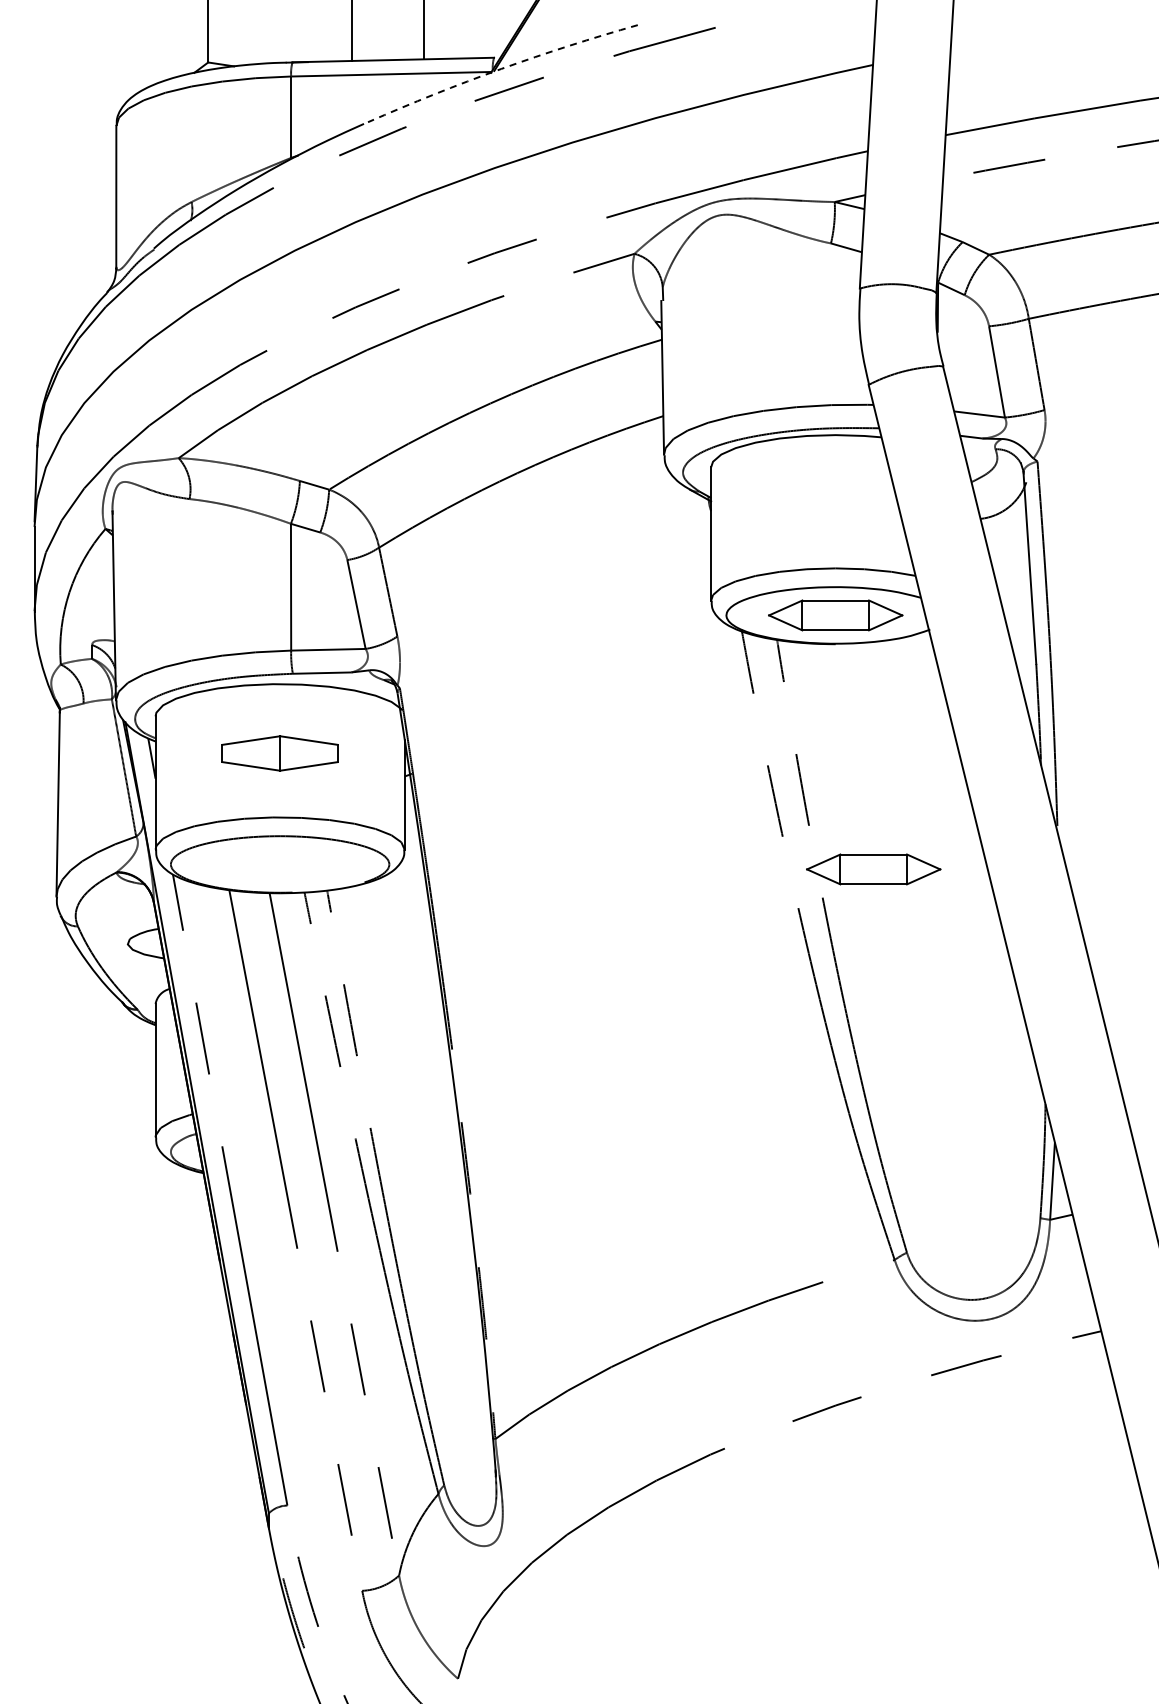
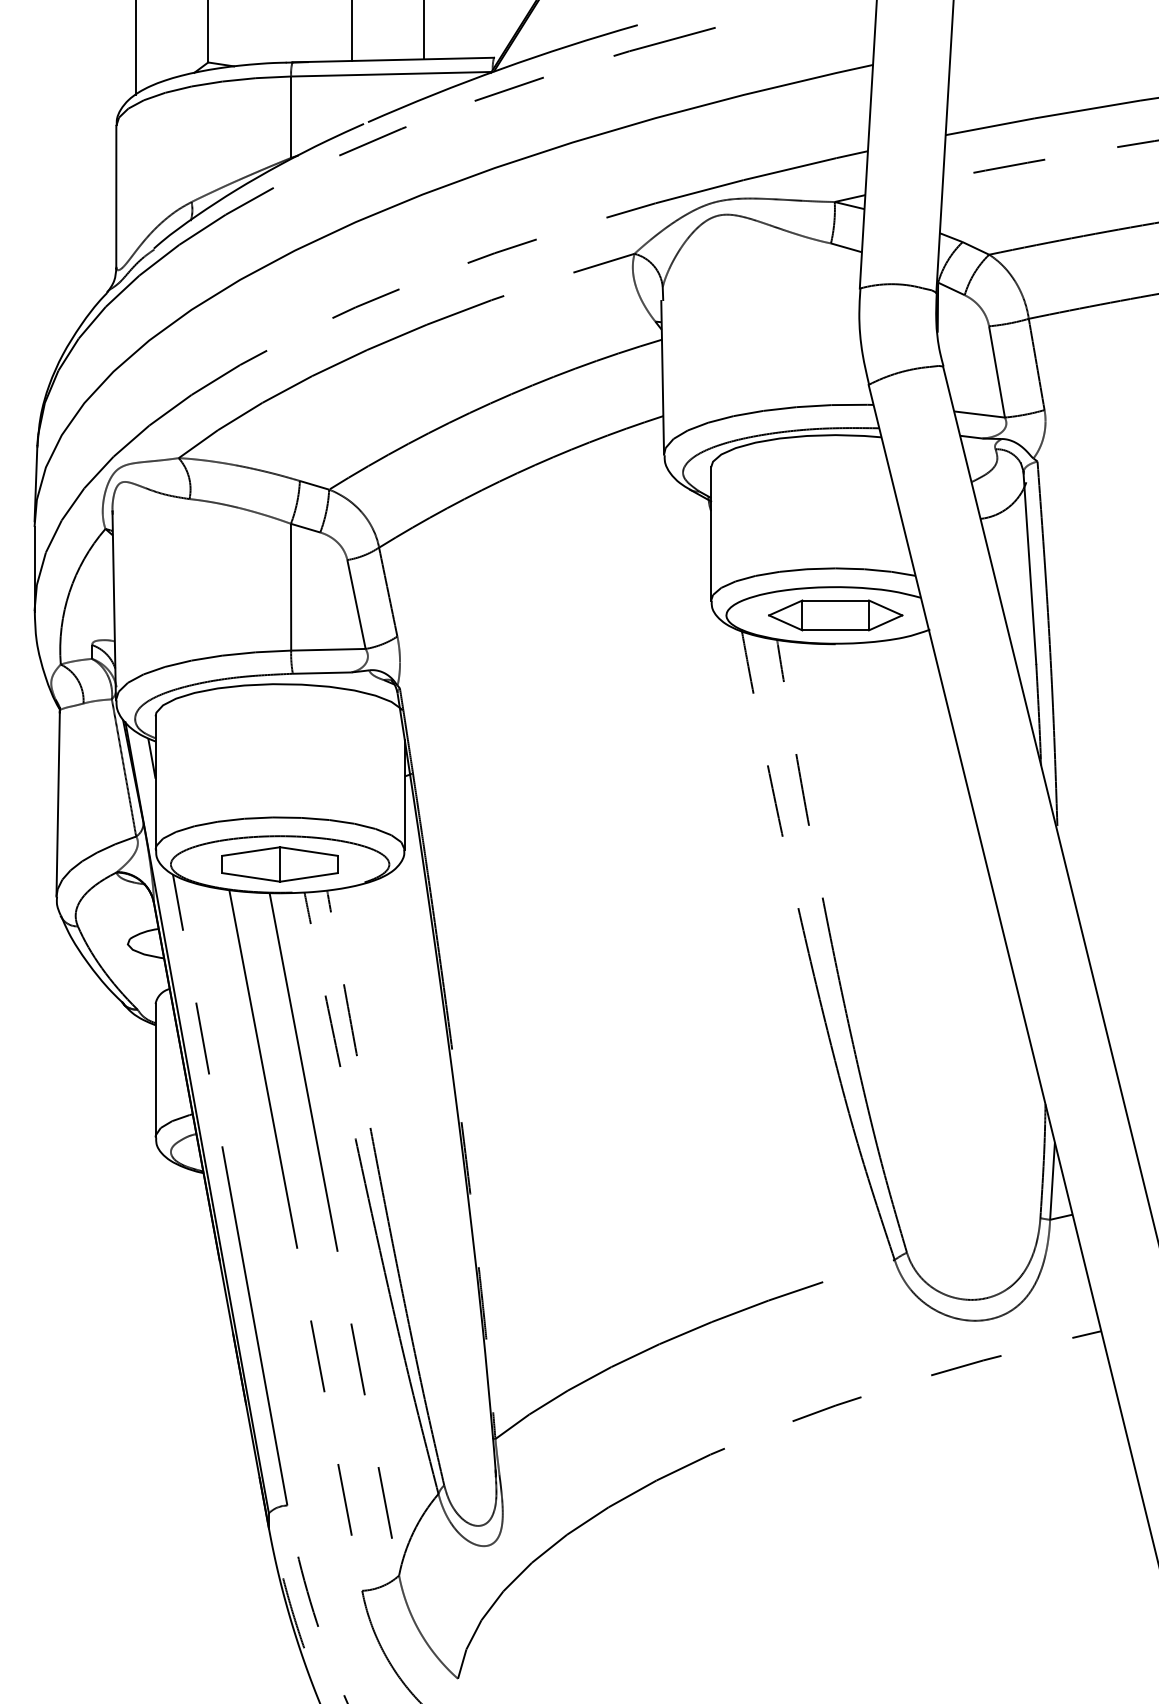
line at (136, 48): none -> present
arc at (501, 69): dashed -> solid
part at (279, 753) position: (279, 753) -> (279, 864)
part at (873, 869): present -> none
